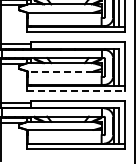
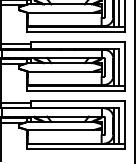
line at (60, 71): dashed -> solid
line at (76, 90): dashed -> solid
